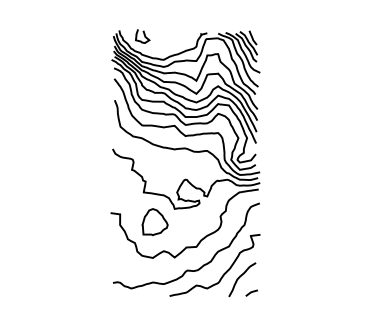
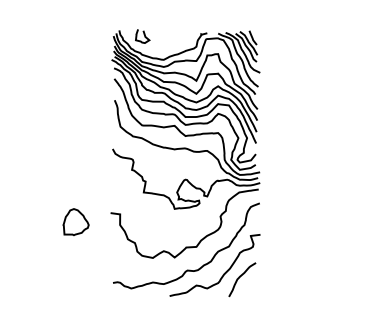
part at (154, 221) position: (154, 221) -> (75, 221)
line at (251, 292): present -> none
